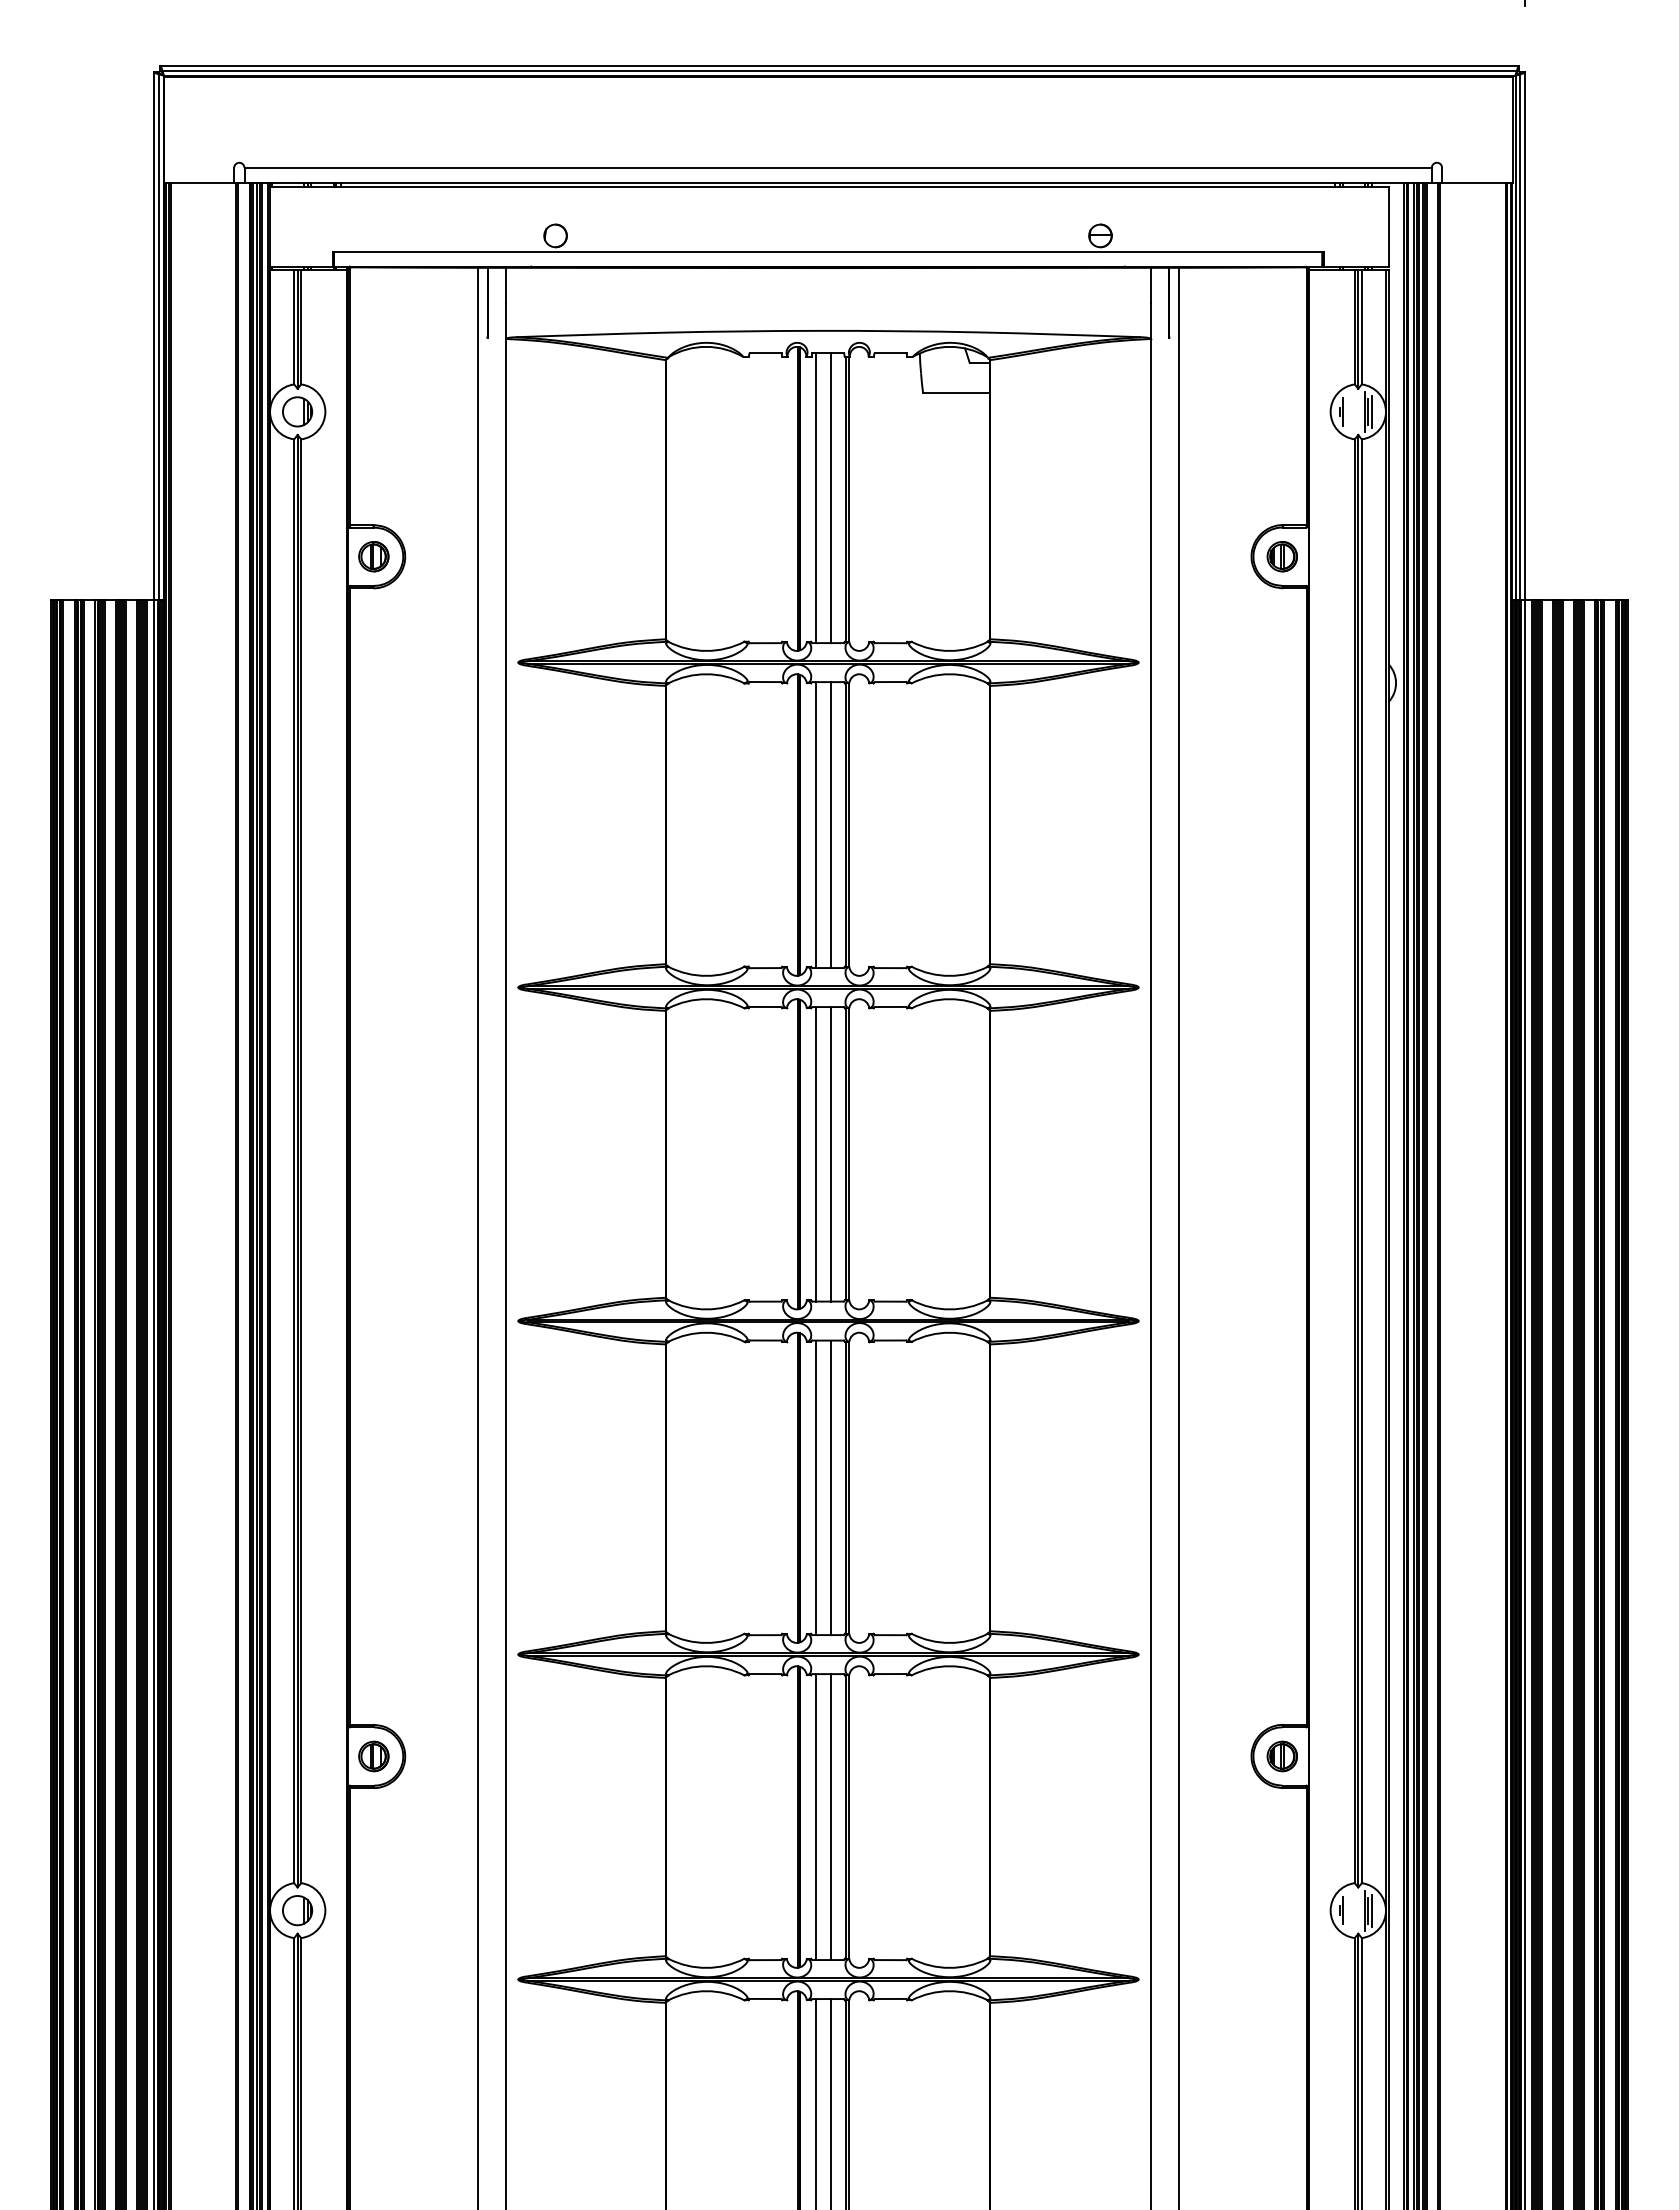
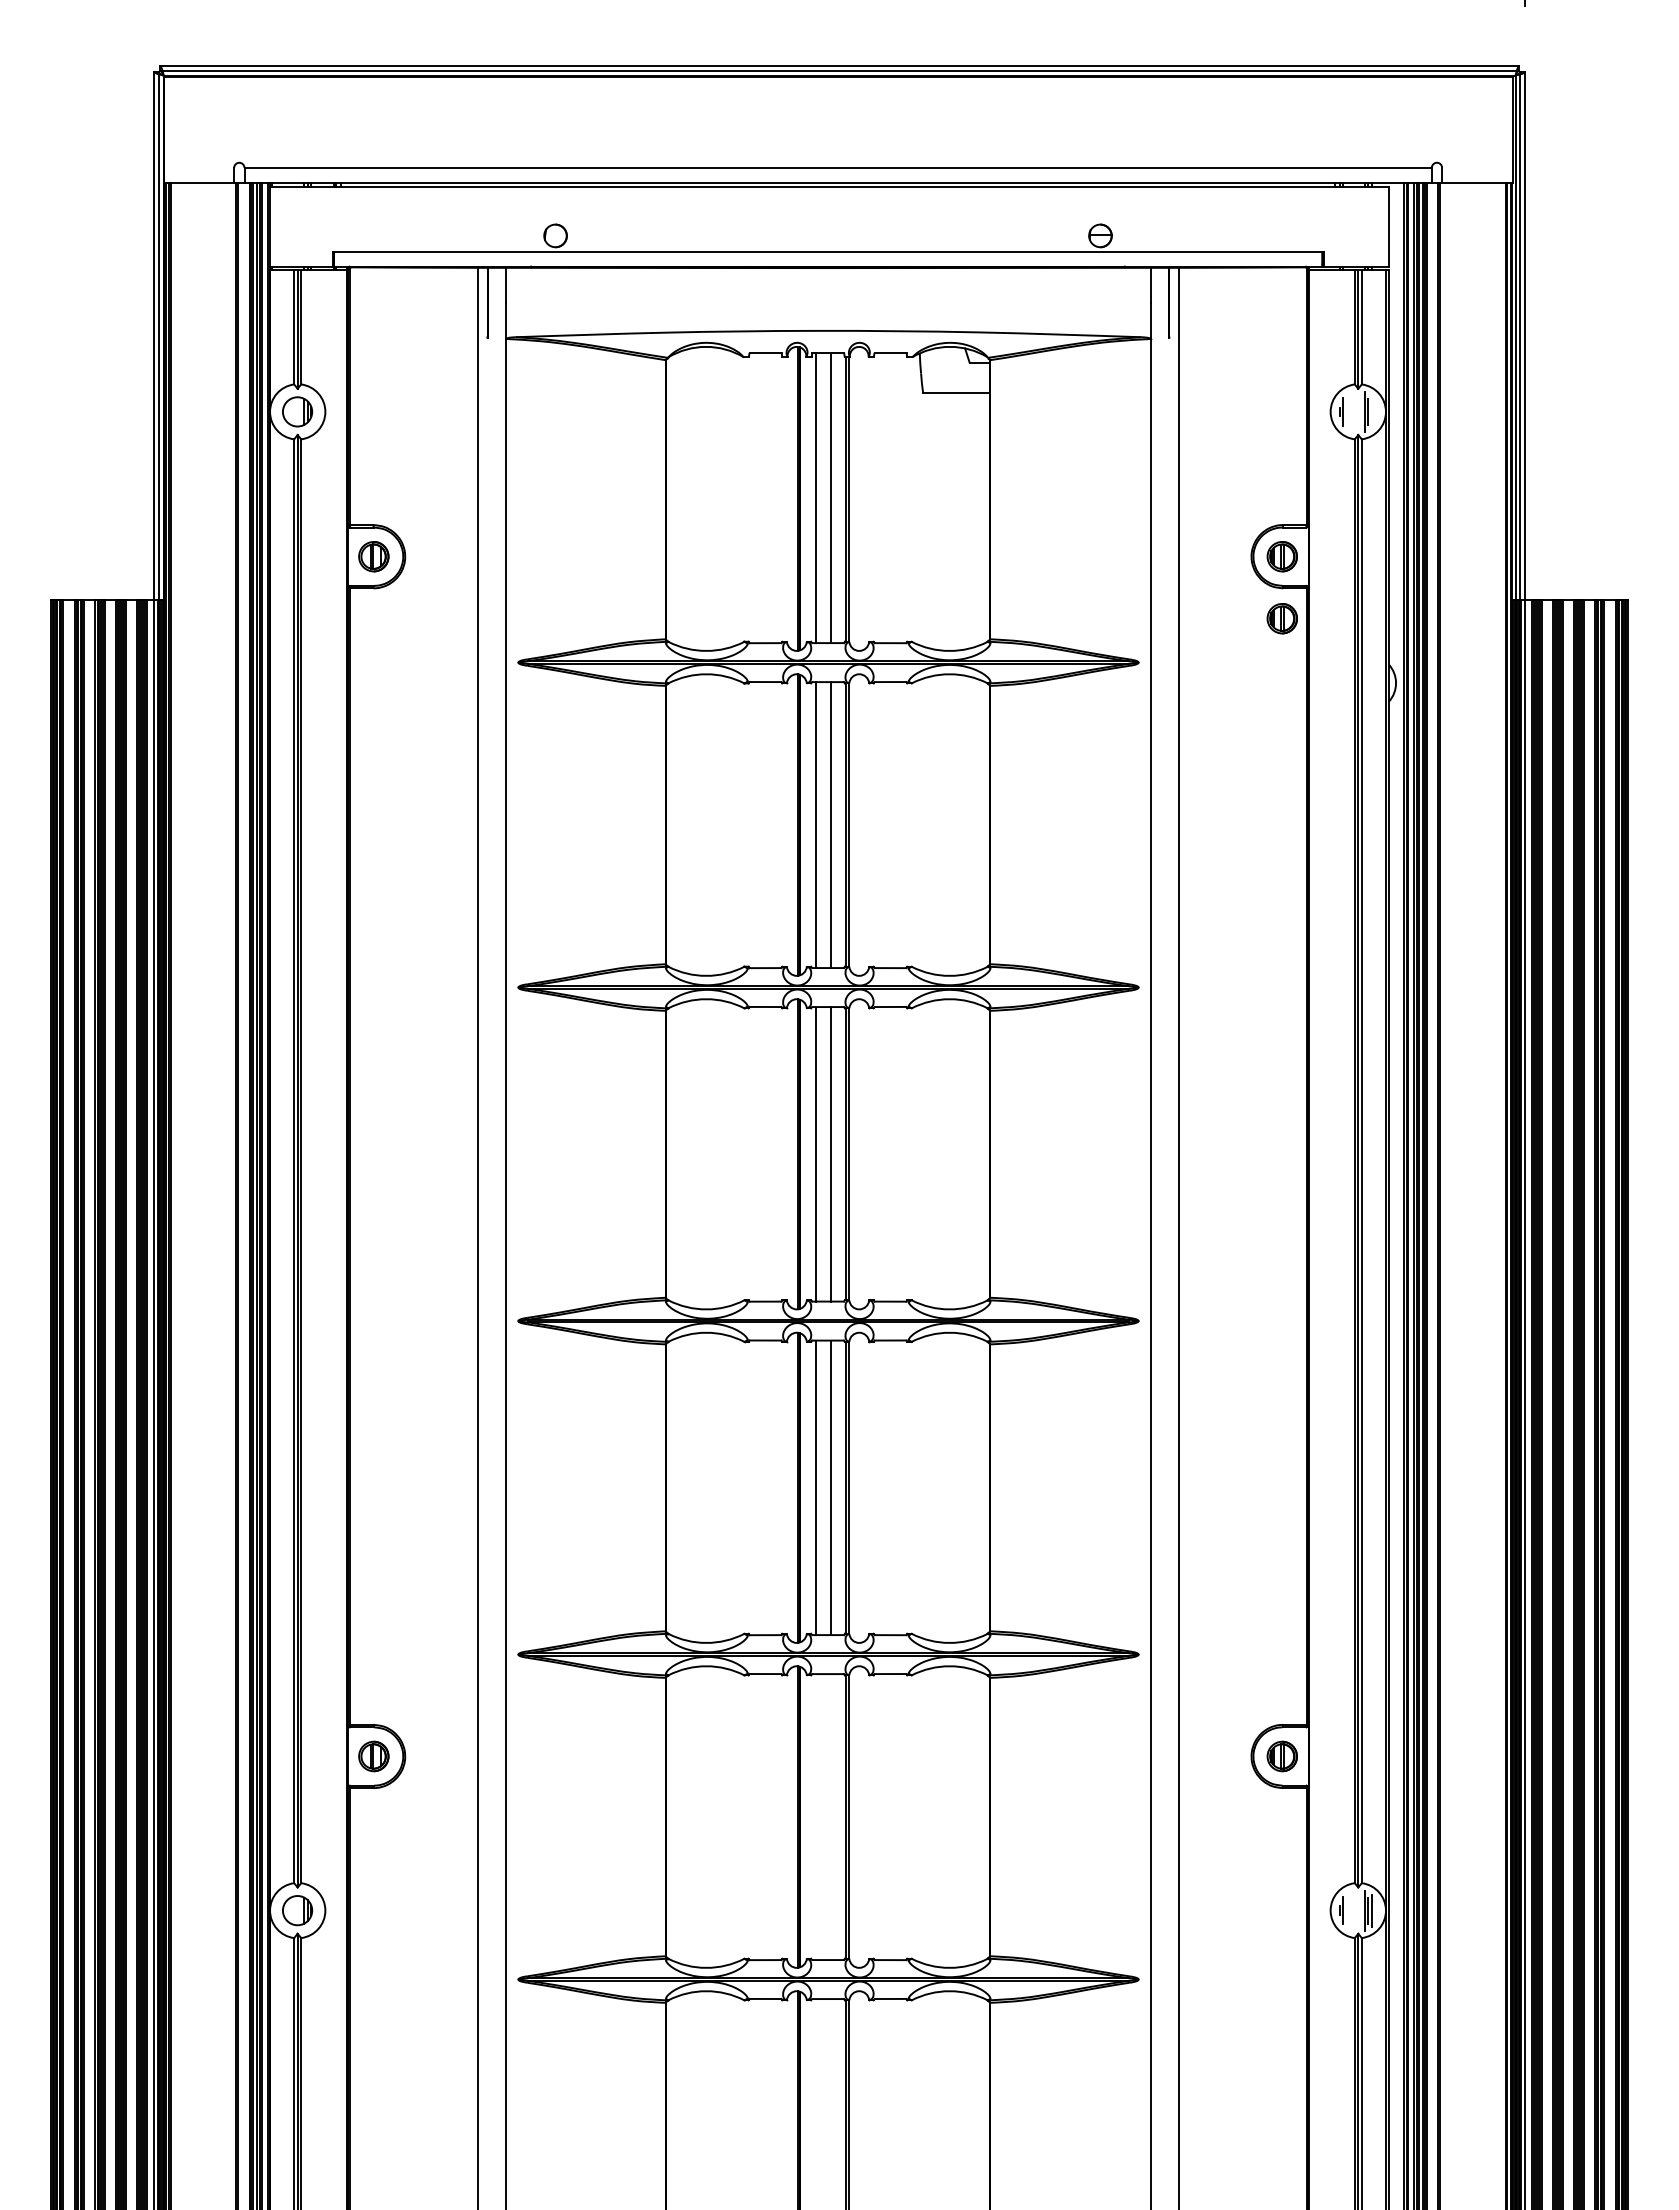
line at (1371, 411): present -> none
part at (1281, 618): none -> present
line at (815, 1817): present -> none
line at (830, 1817): present -> none
line at (815, 2102): present -> none
line at (830, 2102): present -> none
